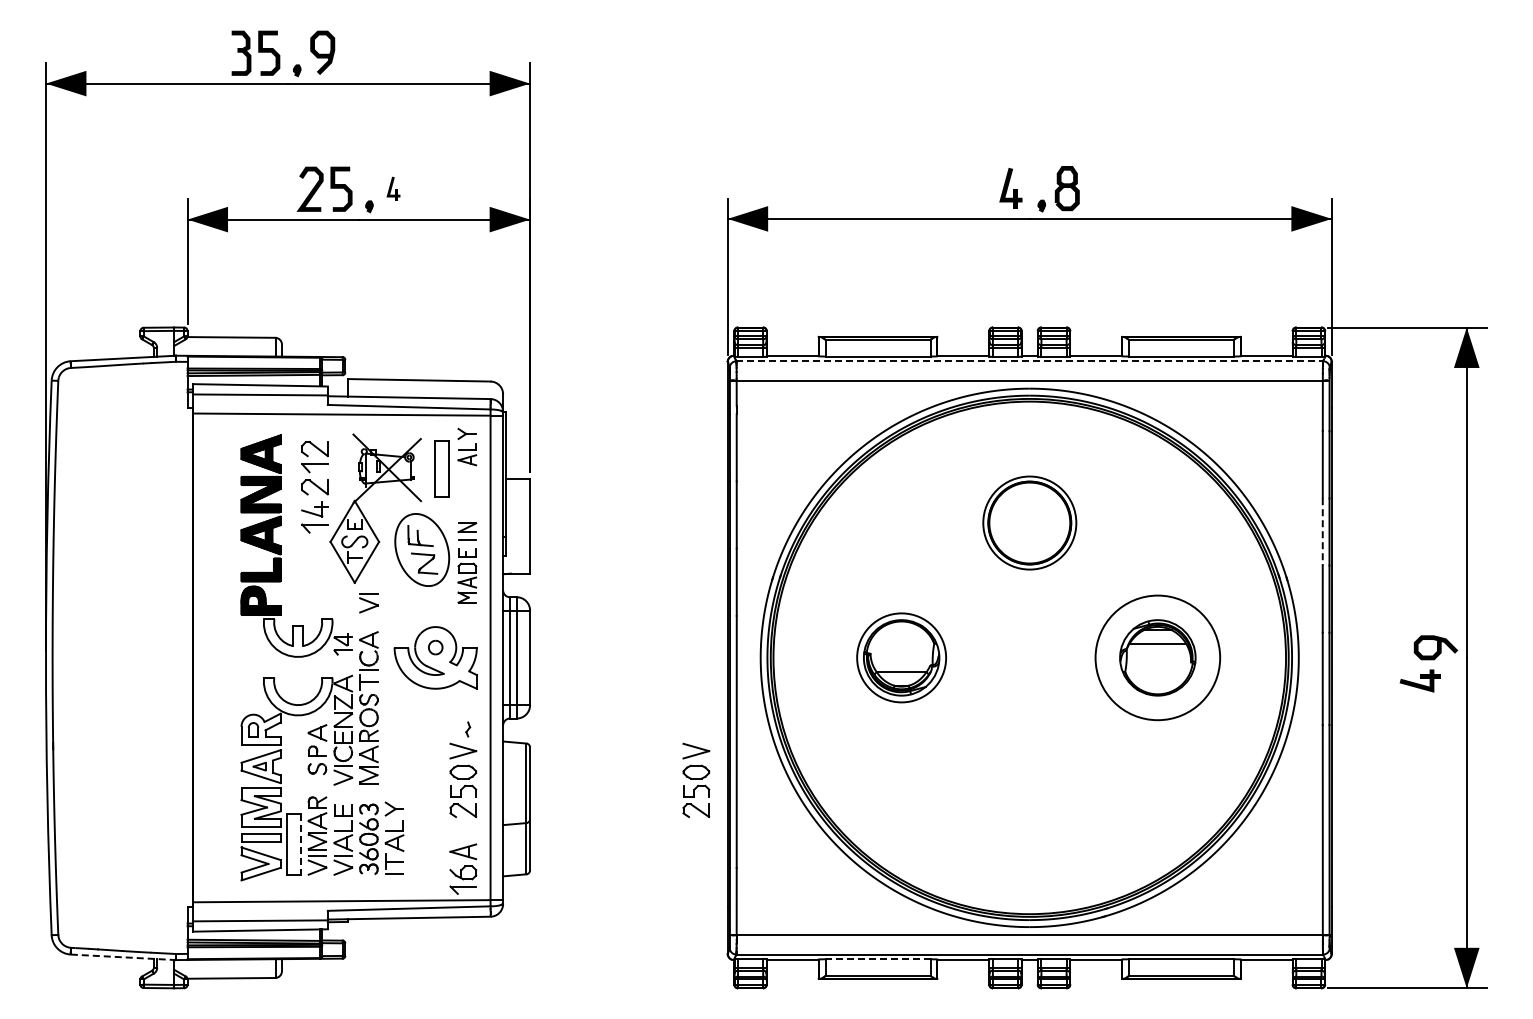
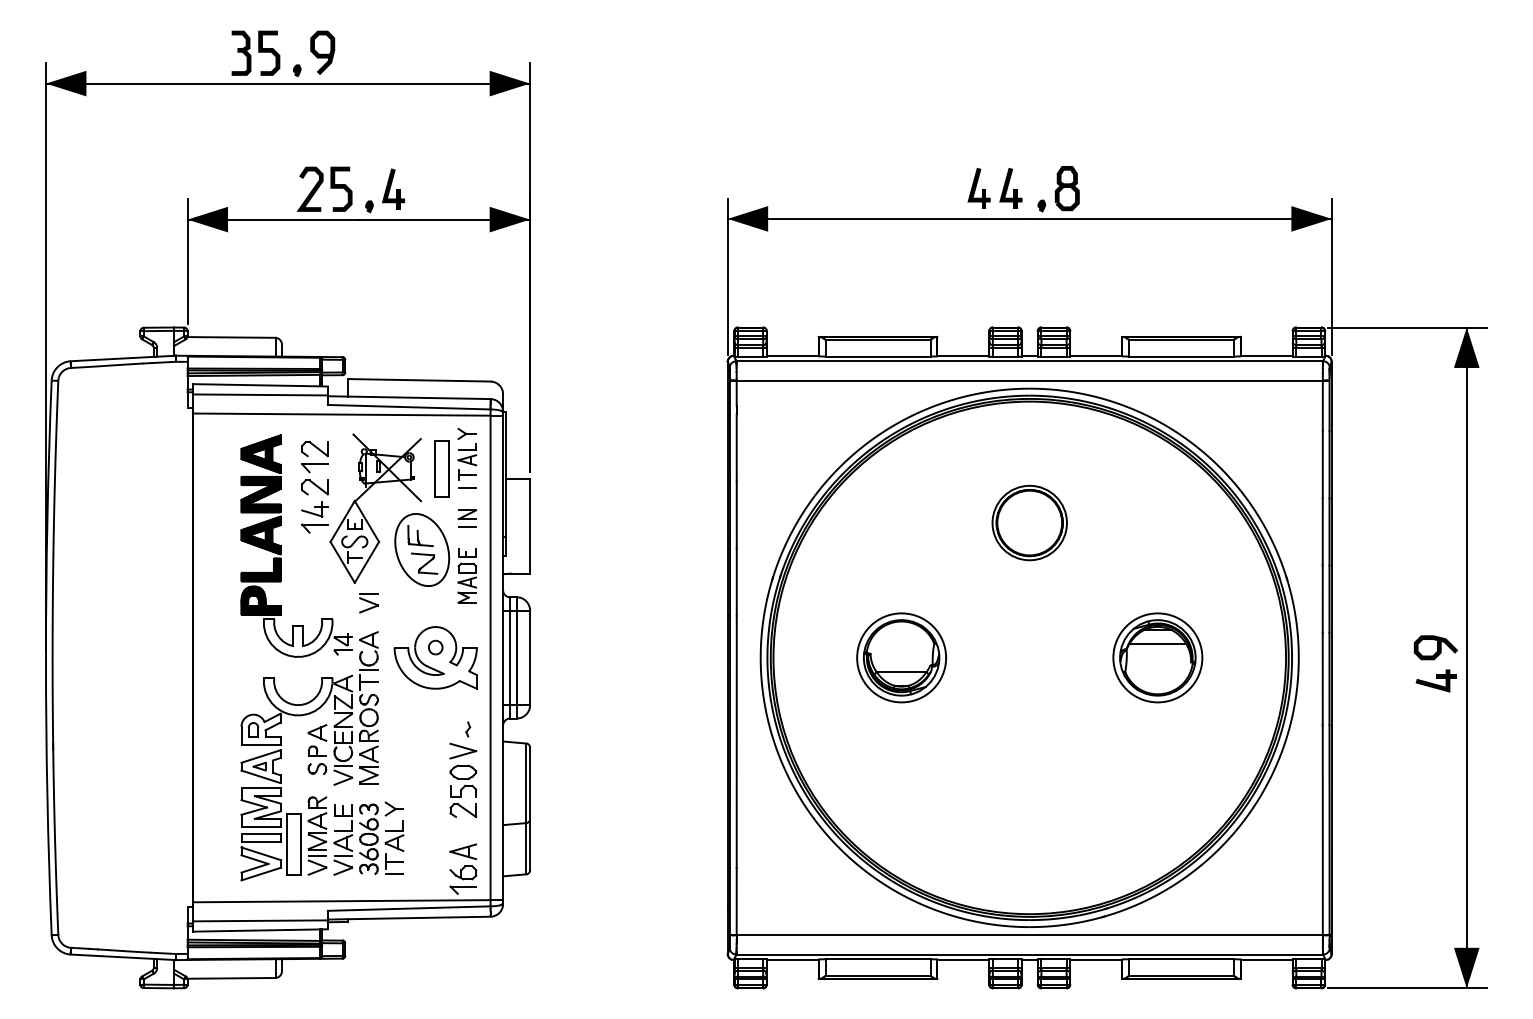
part at (978, 187): none -> present
part at (393, 188) size: 15x25 px -> 23x42 px
line at (1030, 361): dashed -> solid
part at (467, 478): none -> present
part at (1029, 522) size: 96x96 px -> 77x78 px
part at (467, 531) position: (467, 531) -> (467, 518)
line at (1322, 531): dashed -> solid
circle at (1157, 657) diameter: 125 px -> 89 px
part at (1419, 680) position: (1419, 680) -> (1435, 680)
part at (696, 780): present -> none
line at (300, 845): dashed -> solid
line at (123, 957): dashed -> solid
line at (878, 959): dashed -> solid
